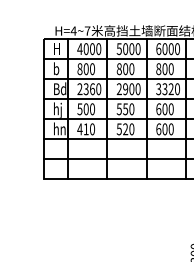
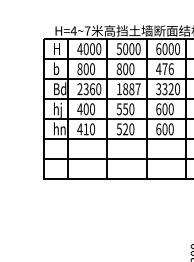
text at (164, 69): 800 -> 476
text at (128, 89): 2900 -> 1887
text at (79, 109): 500 -> 400
